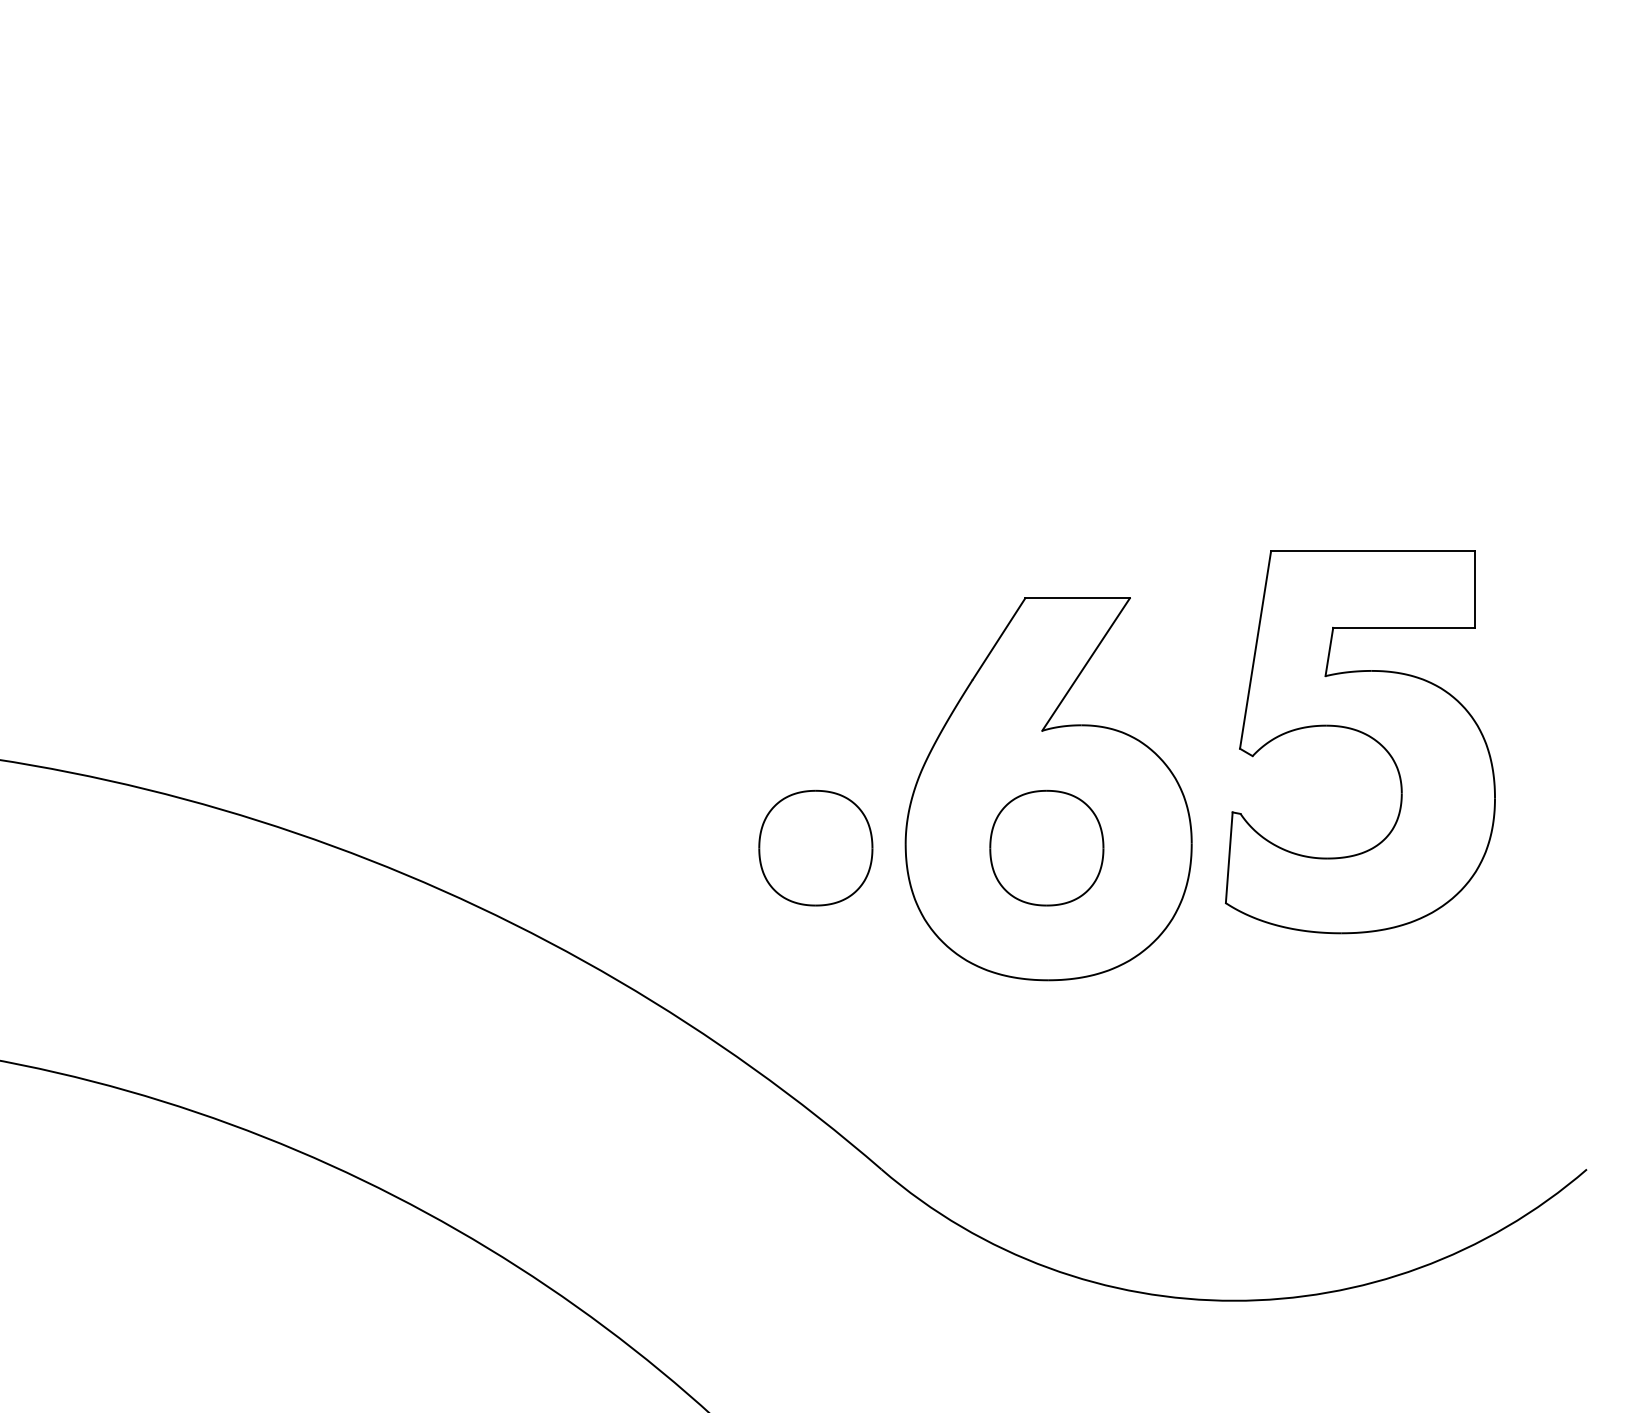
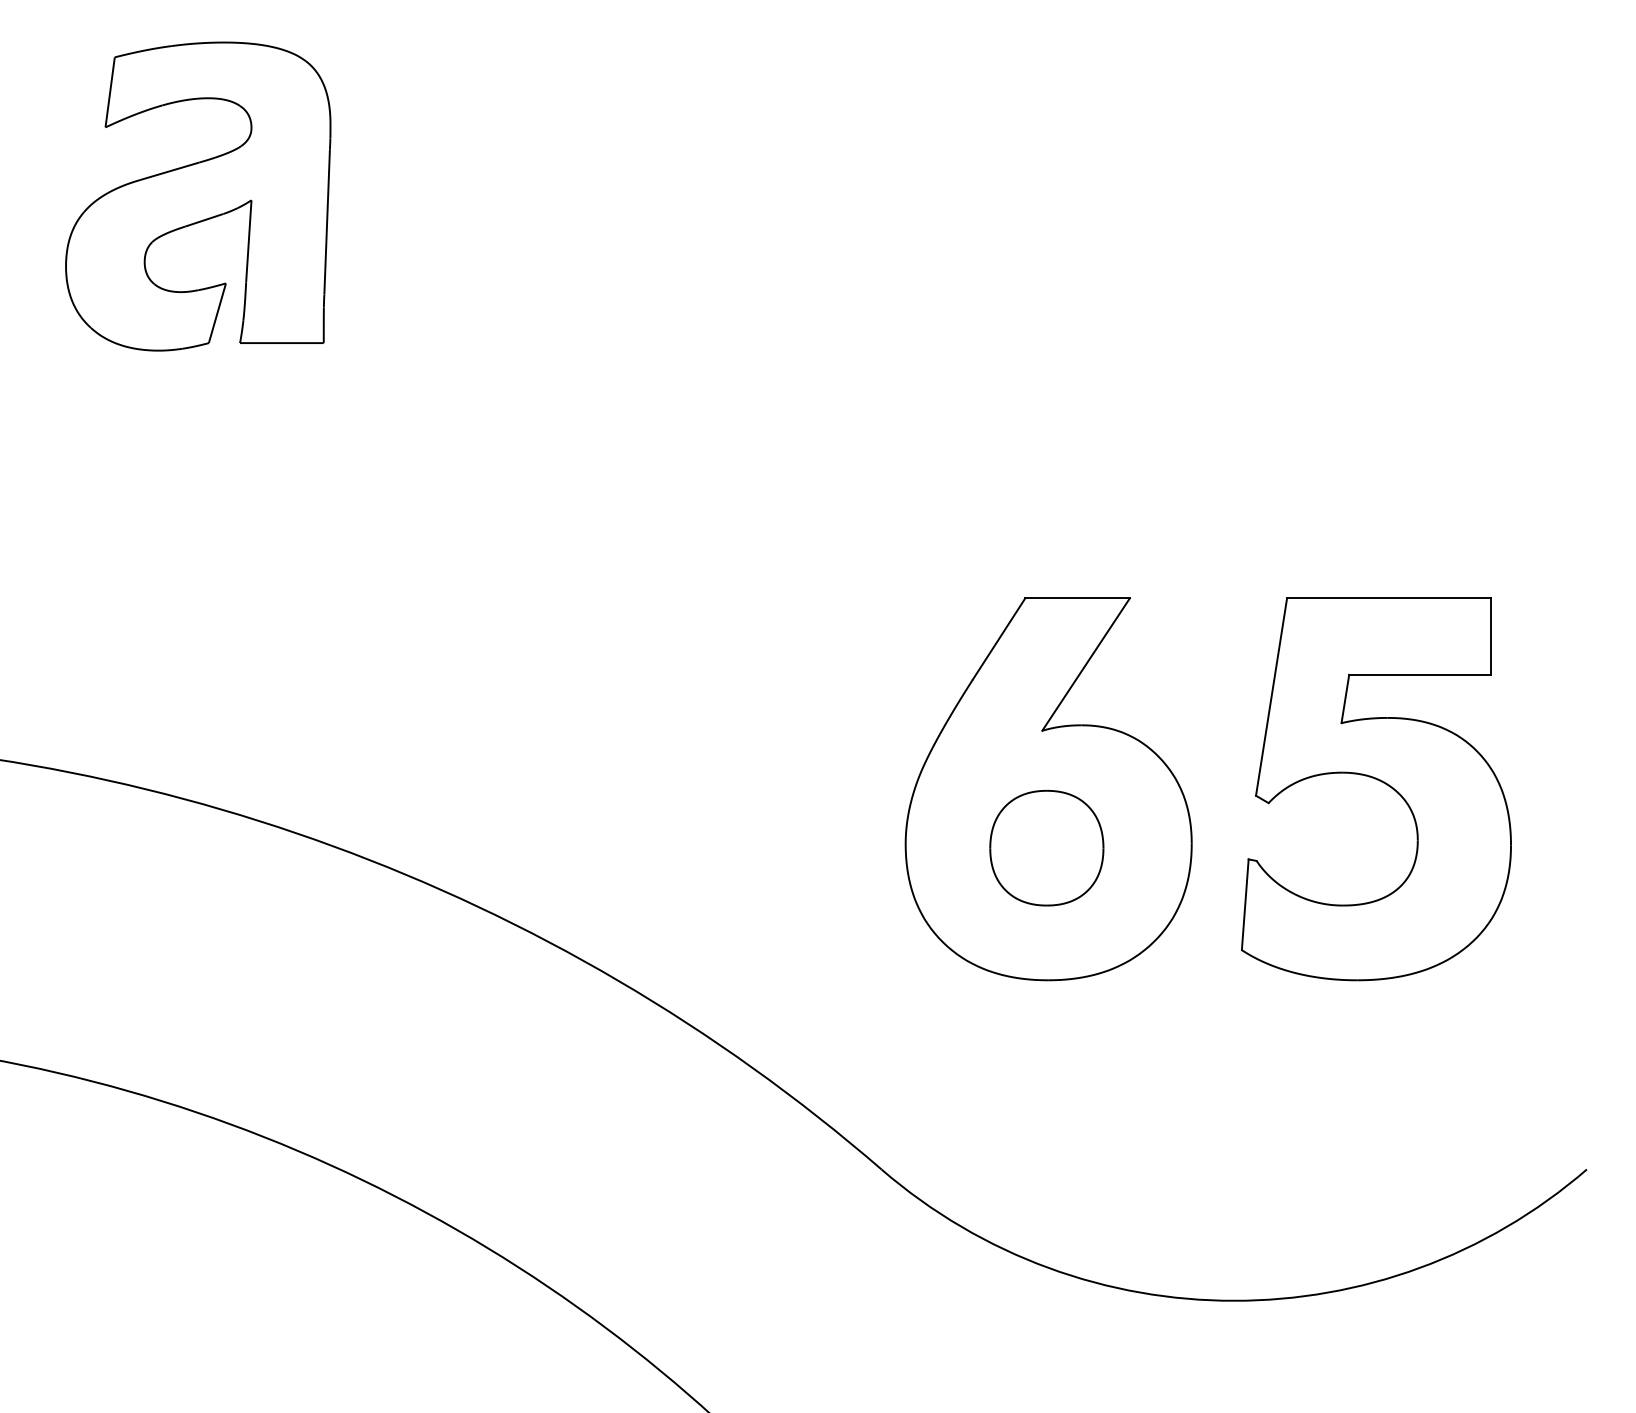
part at (198, 196): none -> present
part at (1363, 734) position: (1363, 734) -> (1379, 781)
part at (815, 847): present -> none
